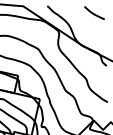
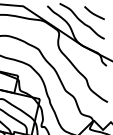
curve at (81, 21): none -> present
